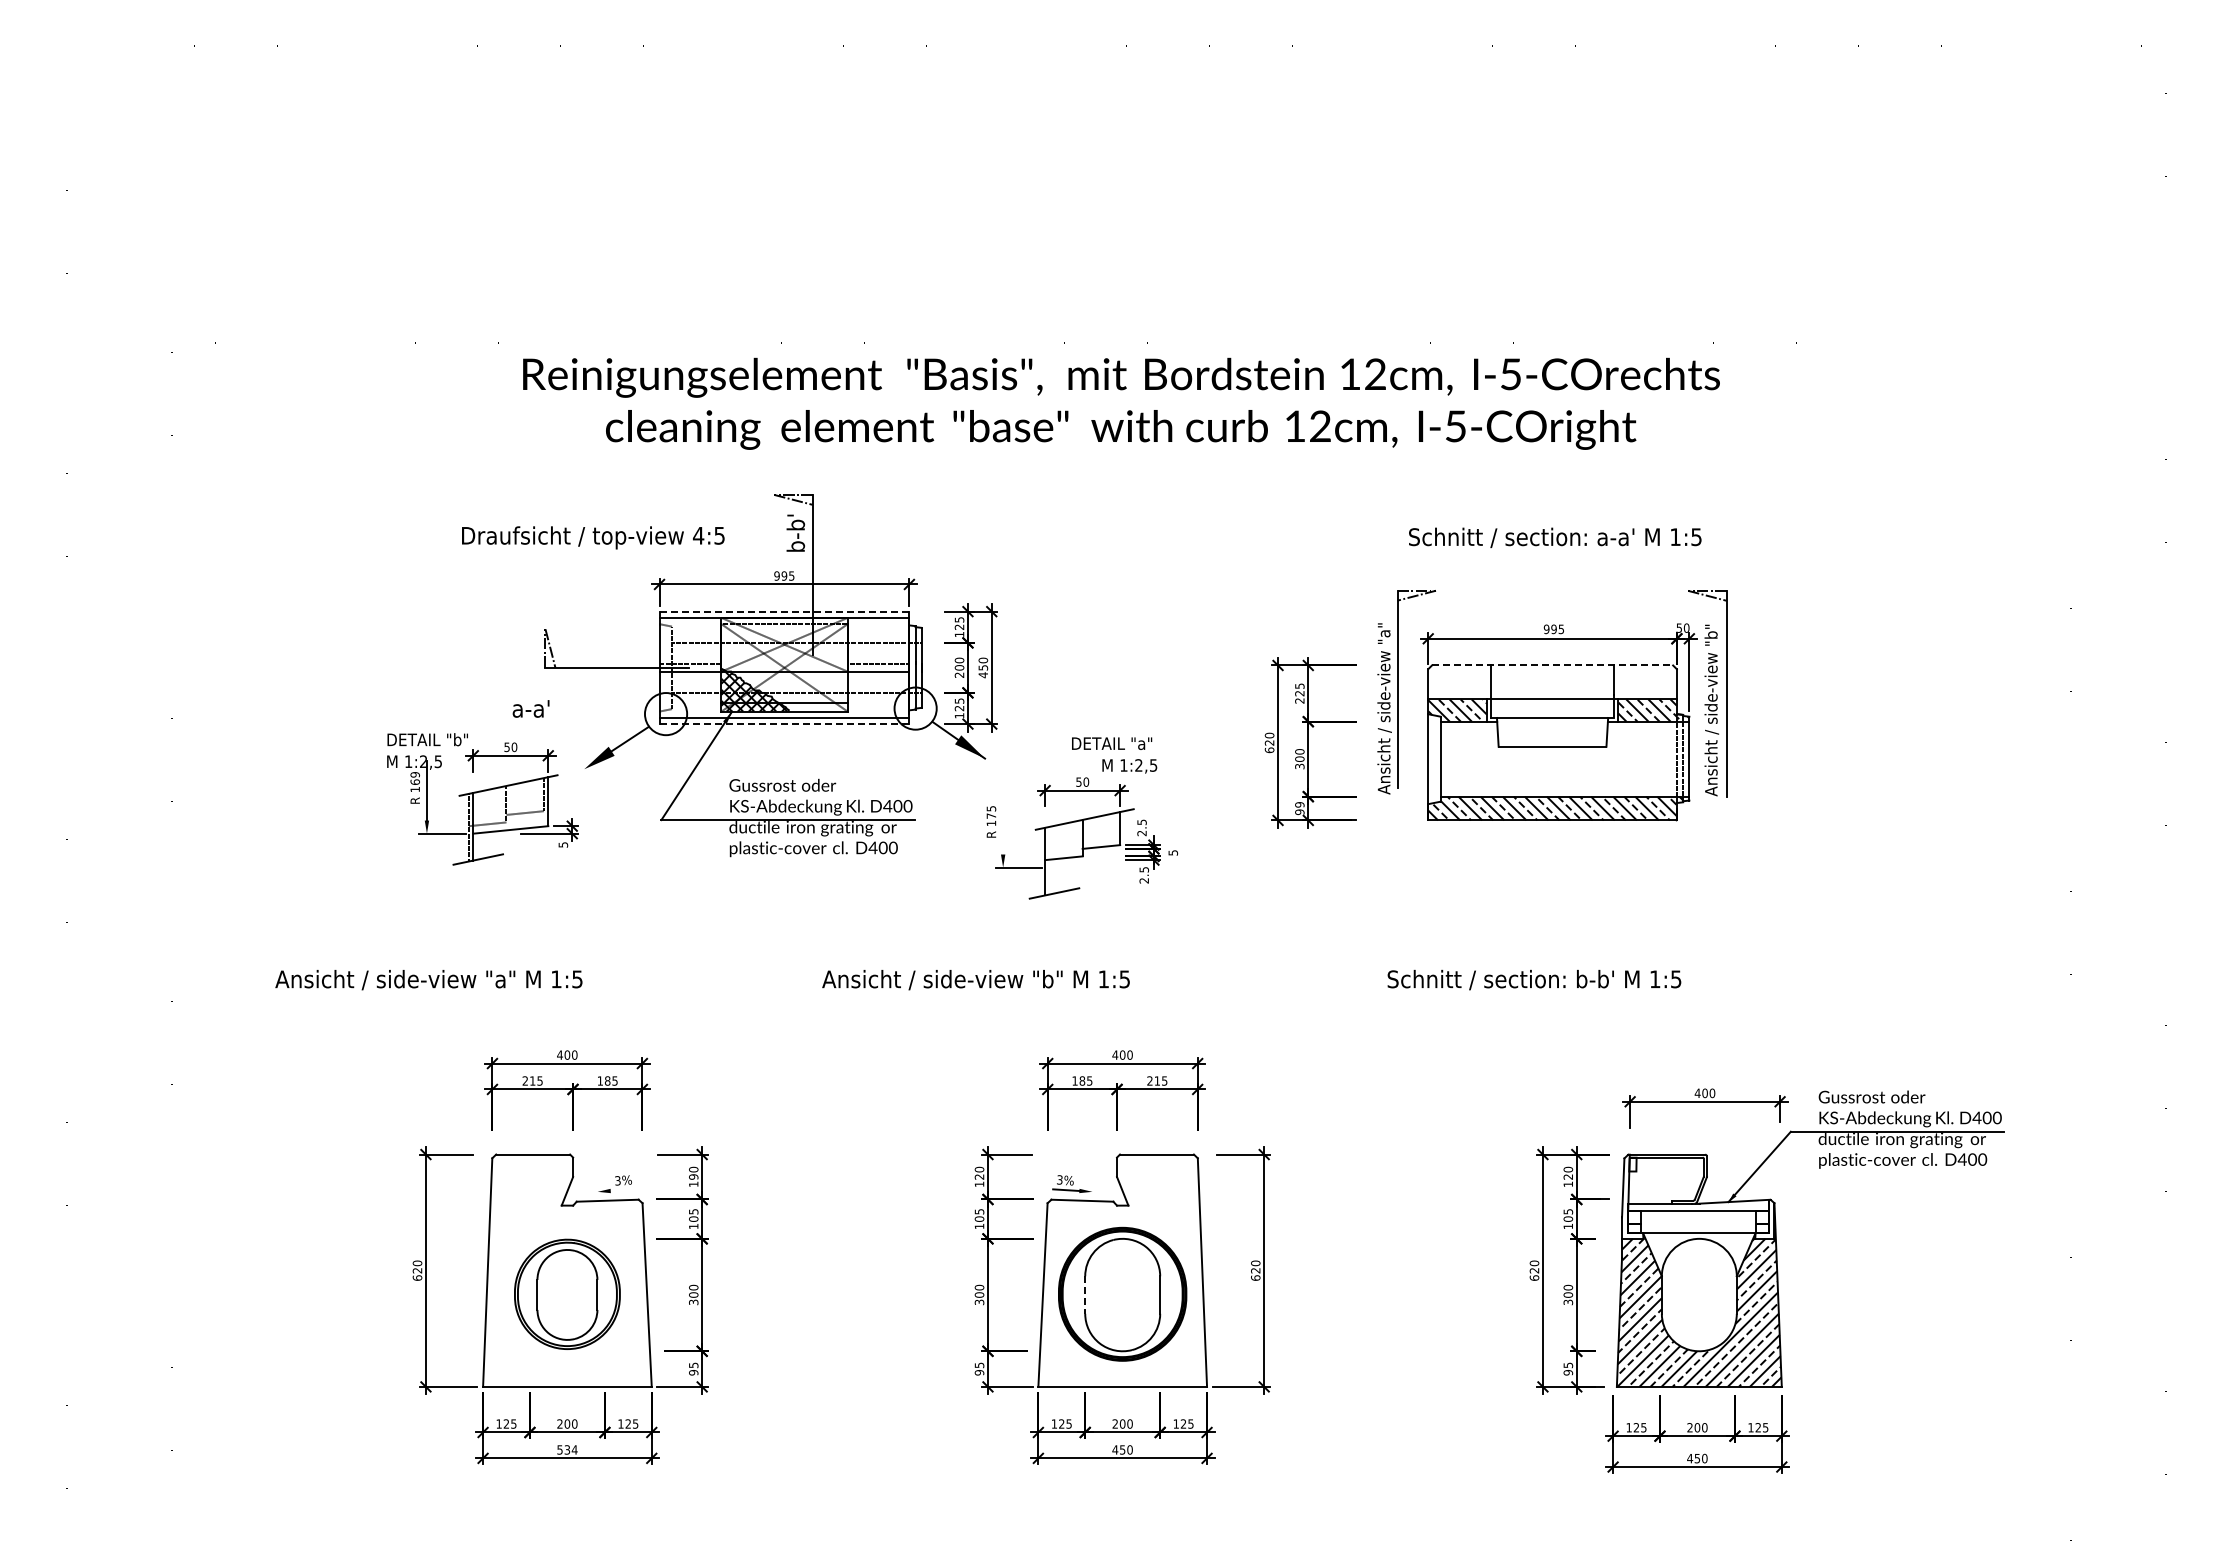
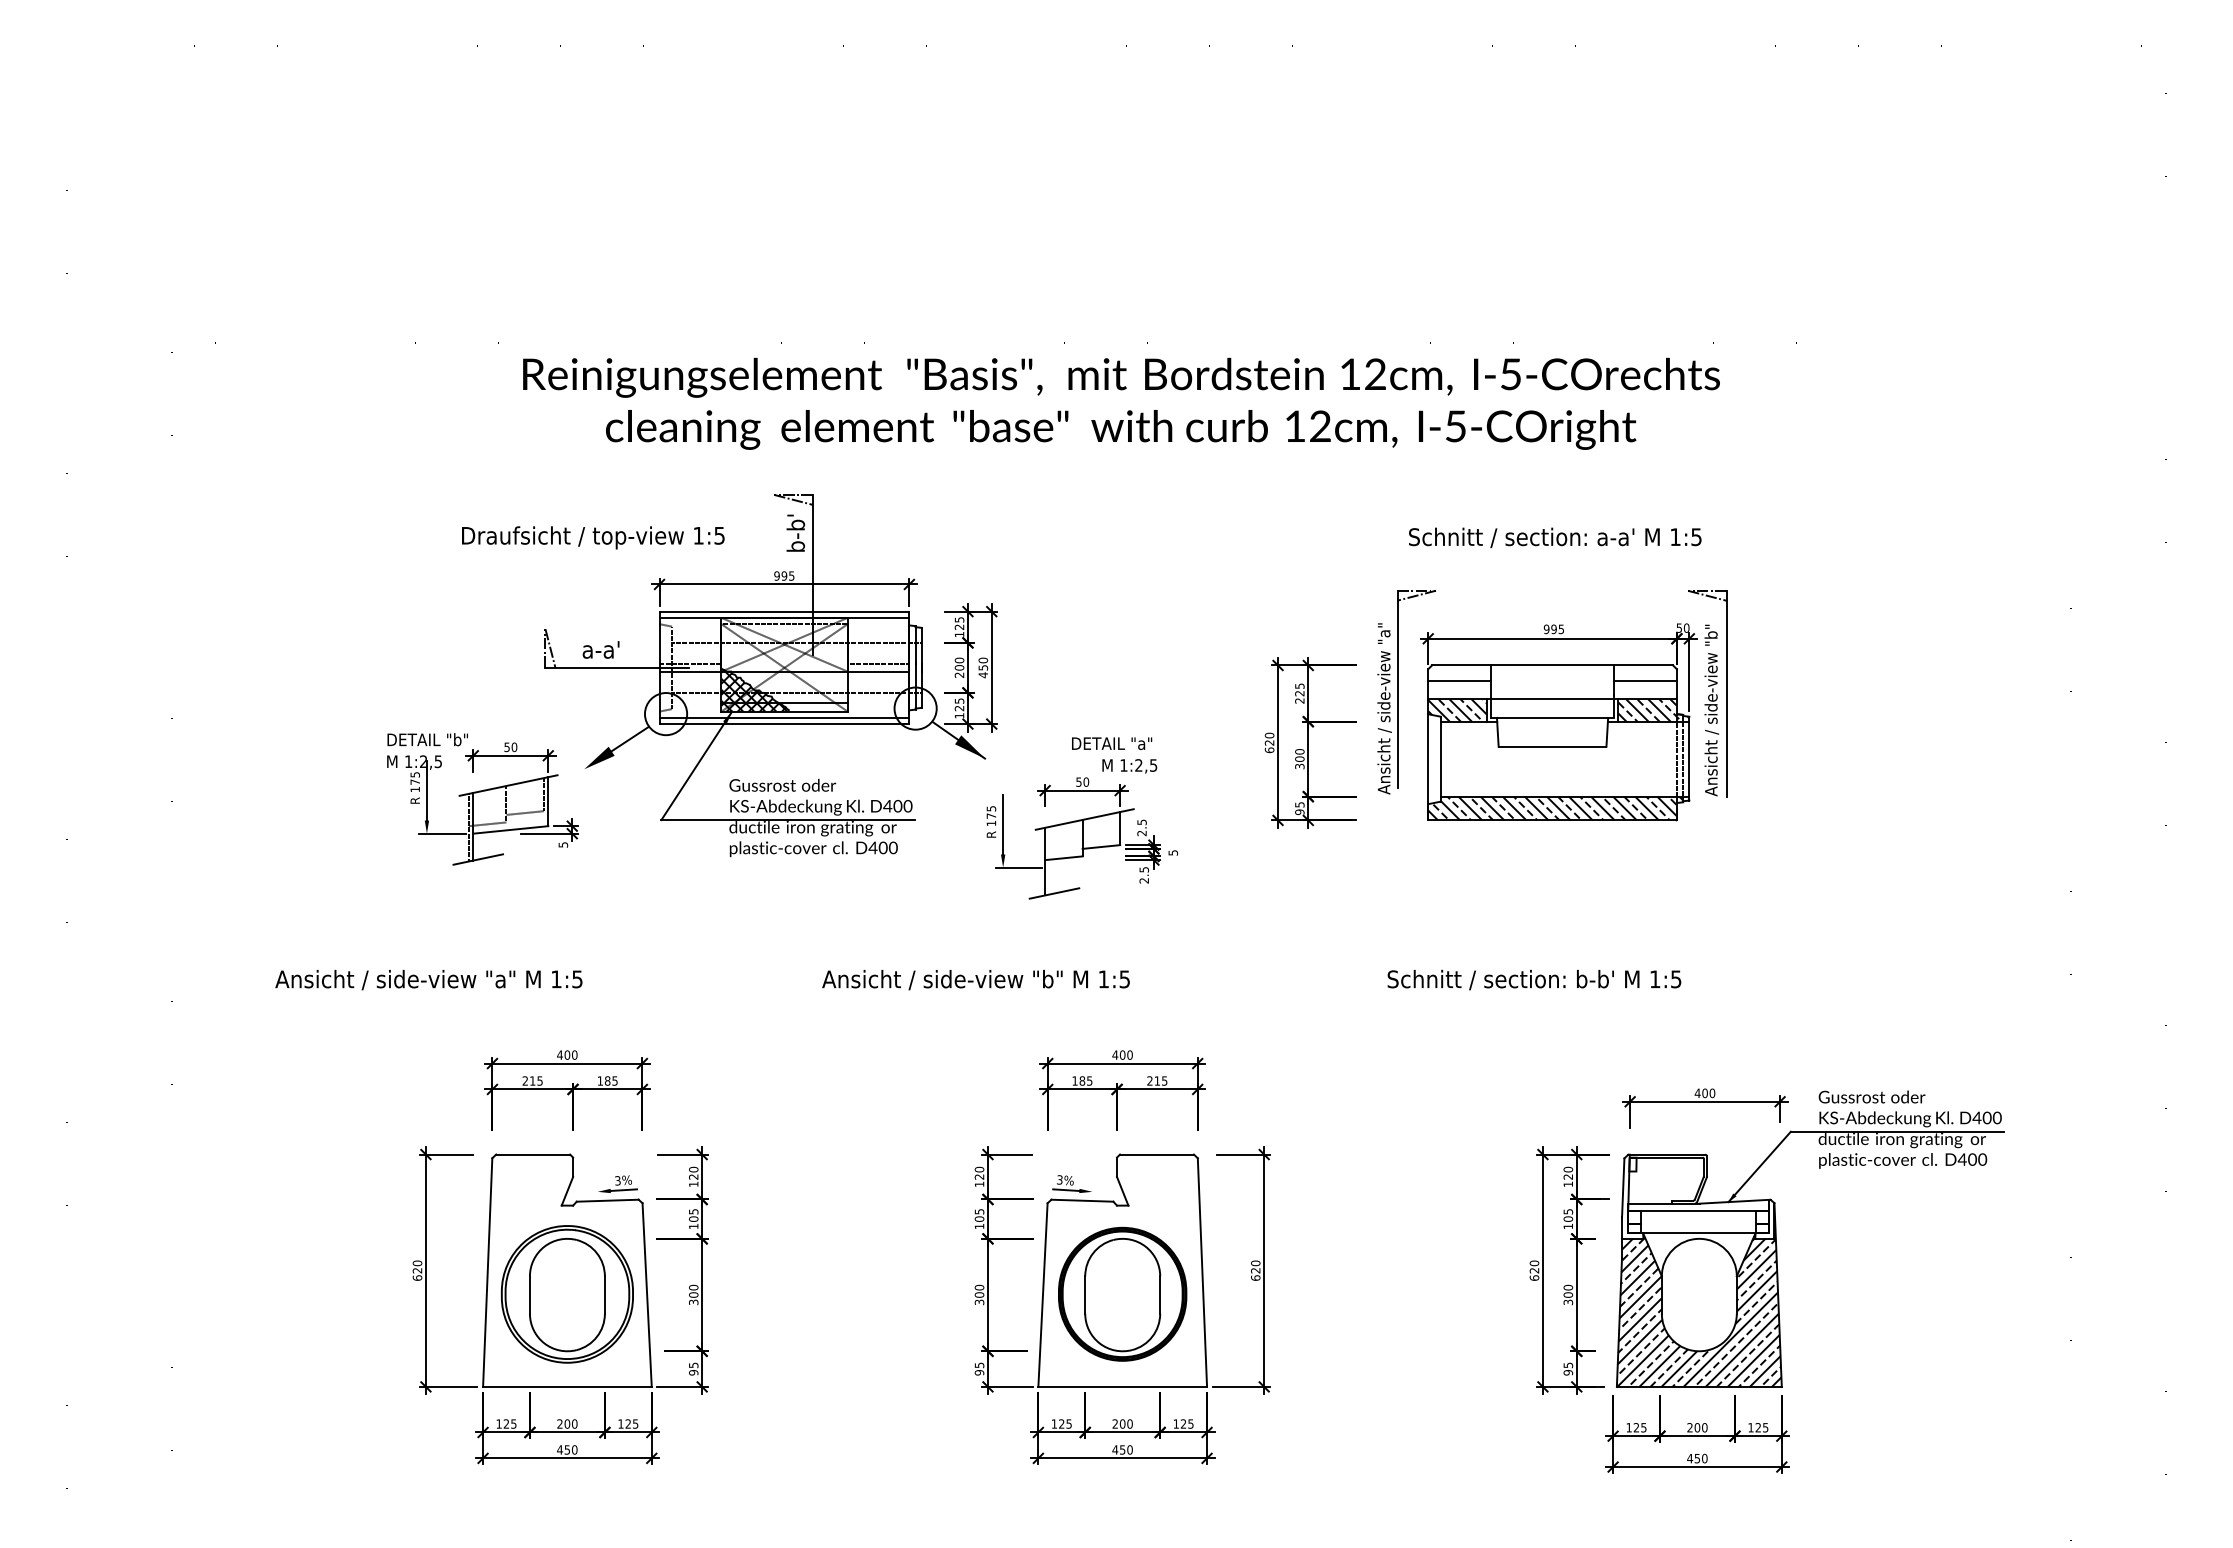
text at (698, 535): 4:5 -> 1:5
line at (784, 611): dashed -> solid
line at (1552, 665): dashed -> solid
line at (1459, 680): none -> present
line at (1645, 680): none -> present
text at (530, 708) position: (530, 708) -> (600, 649)
line at (784, 724): dashed -> solid
text at (414, 778): 169 -> 175
text at (1299, 804): 99 -> 95
line at (1003, 824): none -> present
text at (693, 1176): 190 -> 120
line at (623, 1189): none -> present
part at (567, 1293) size: 107x112 px -> 133x139 px
line at (1085, 1295): dashed -> solid
text at (567, 1449): 534 -> 450
